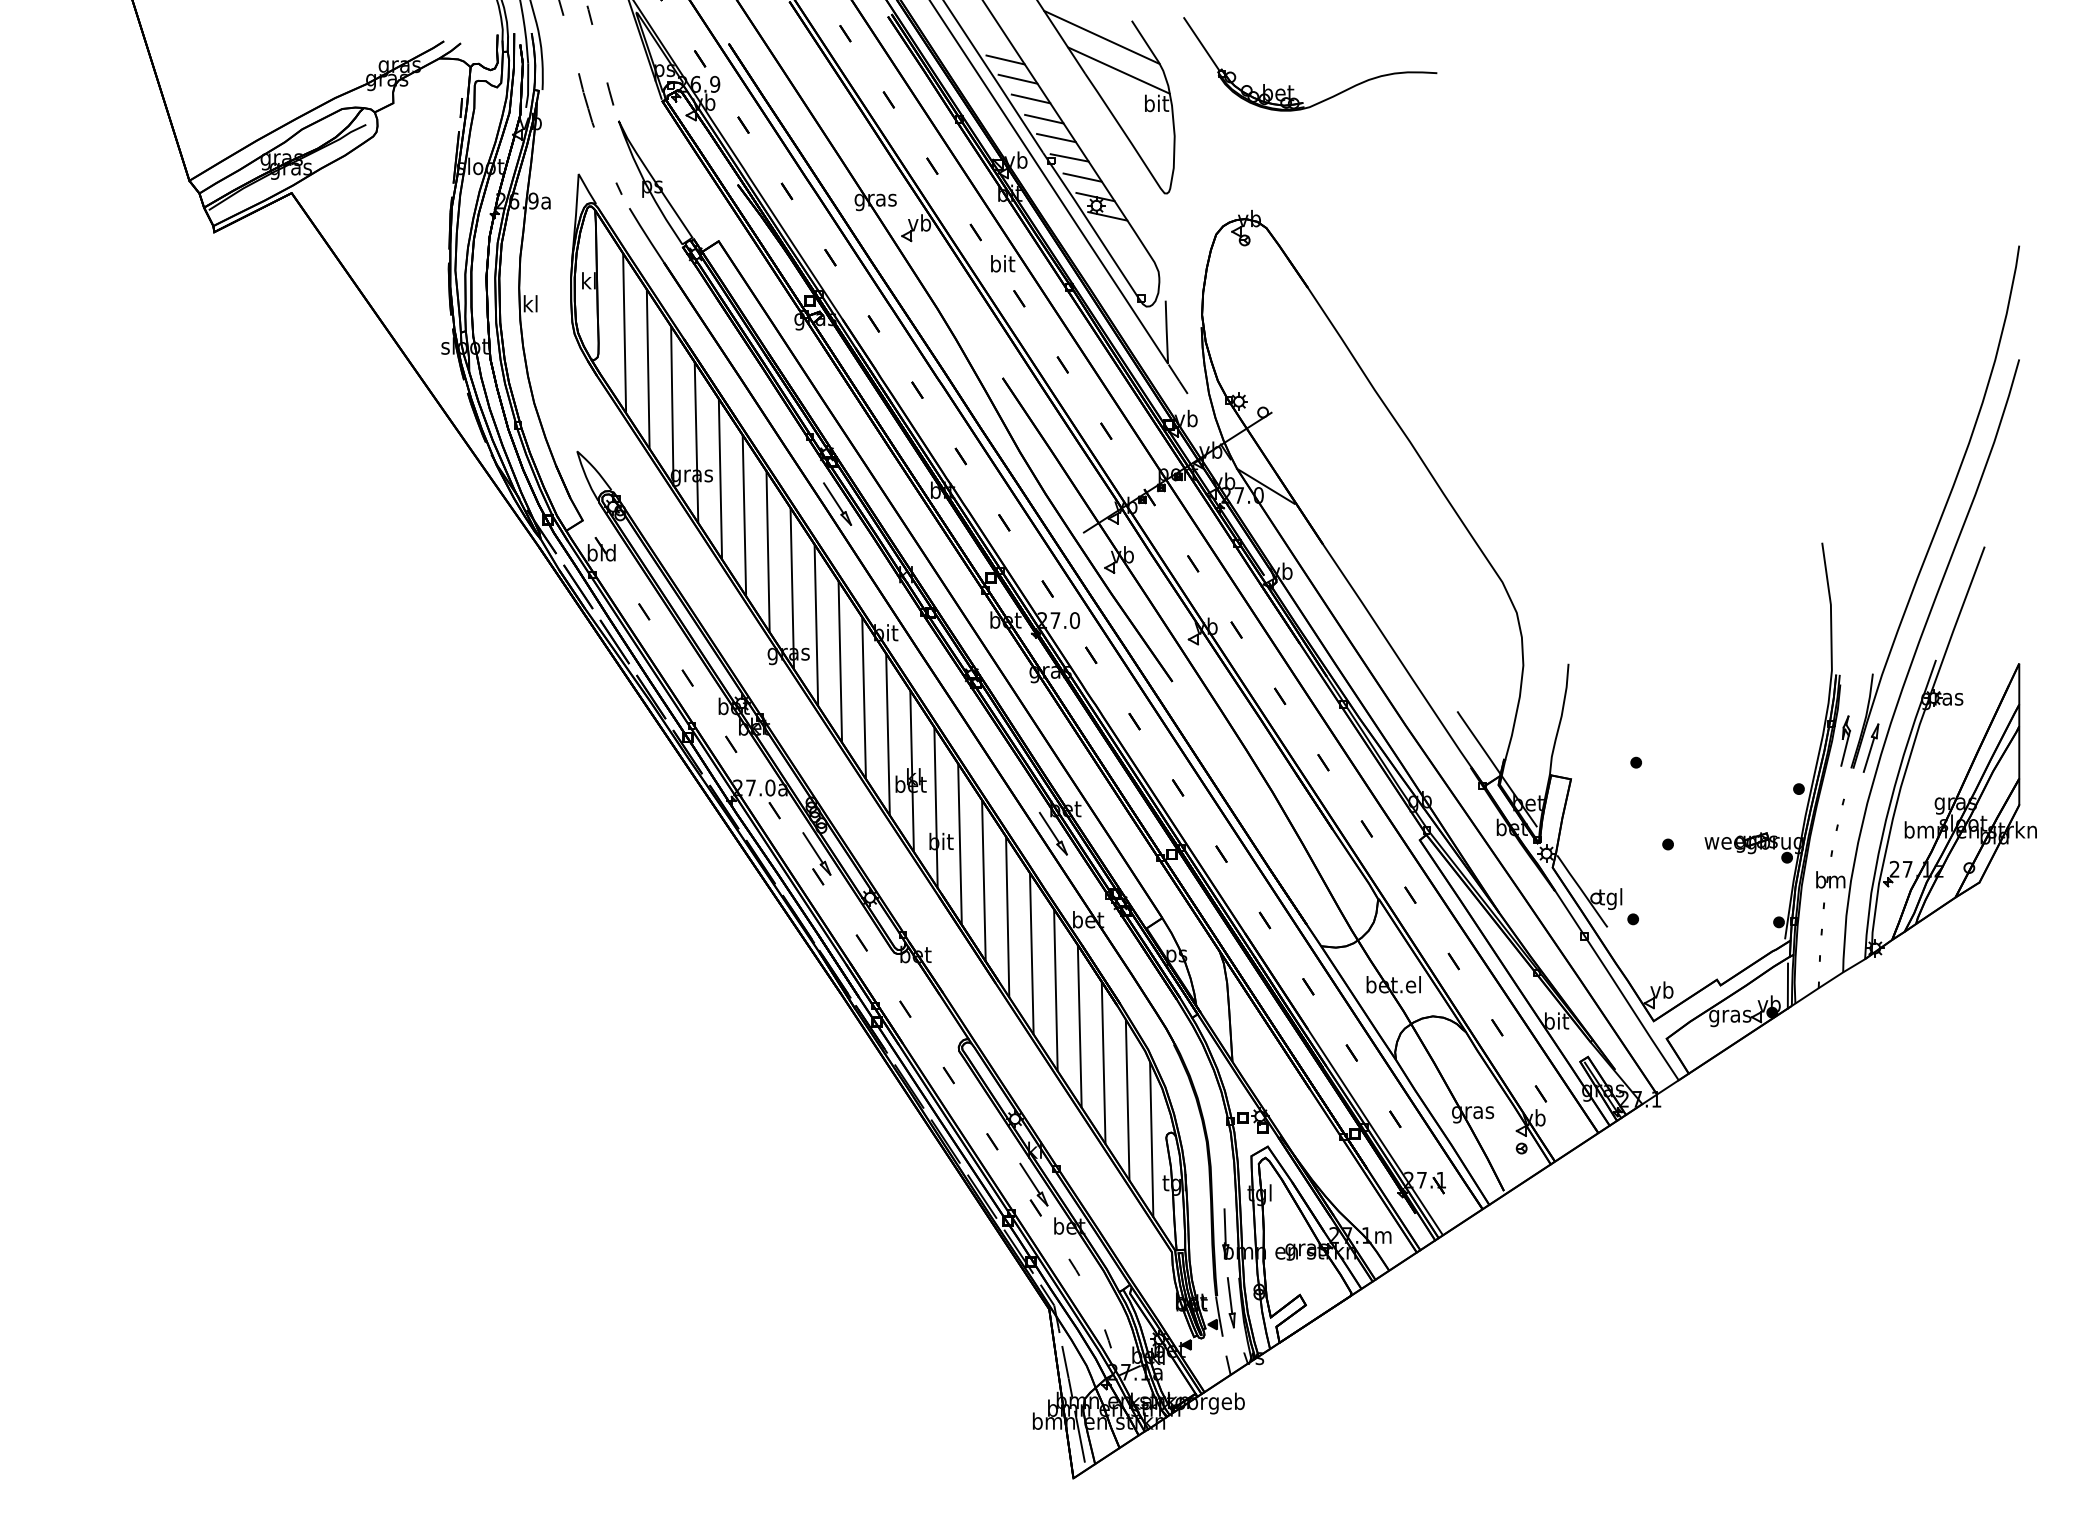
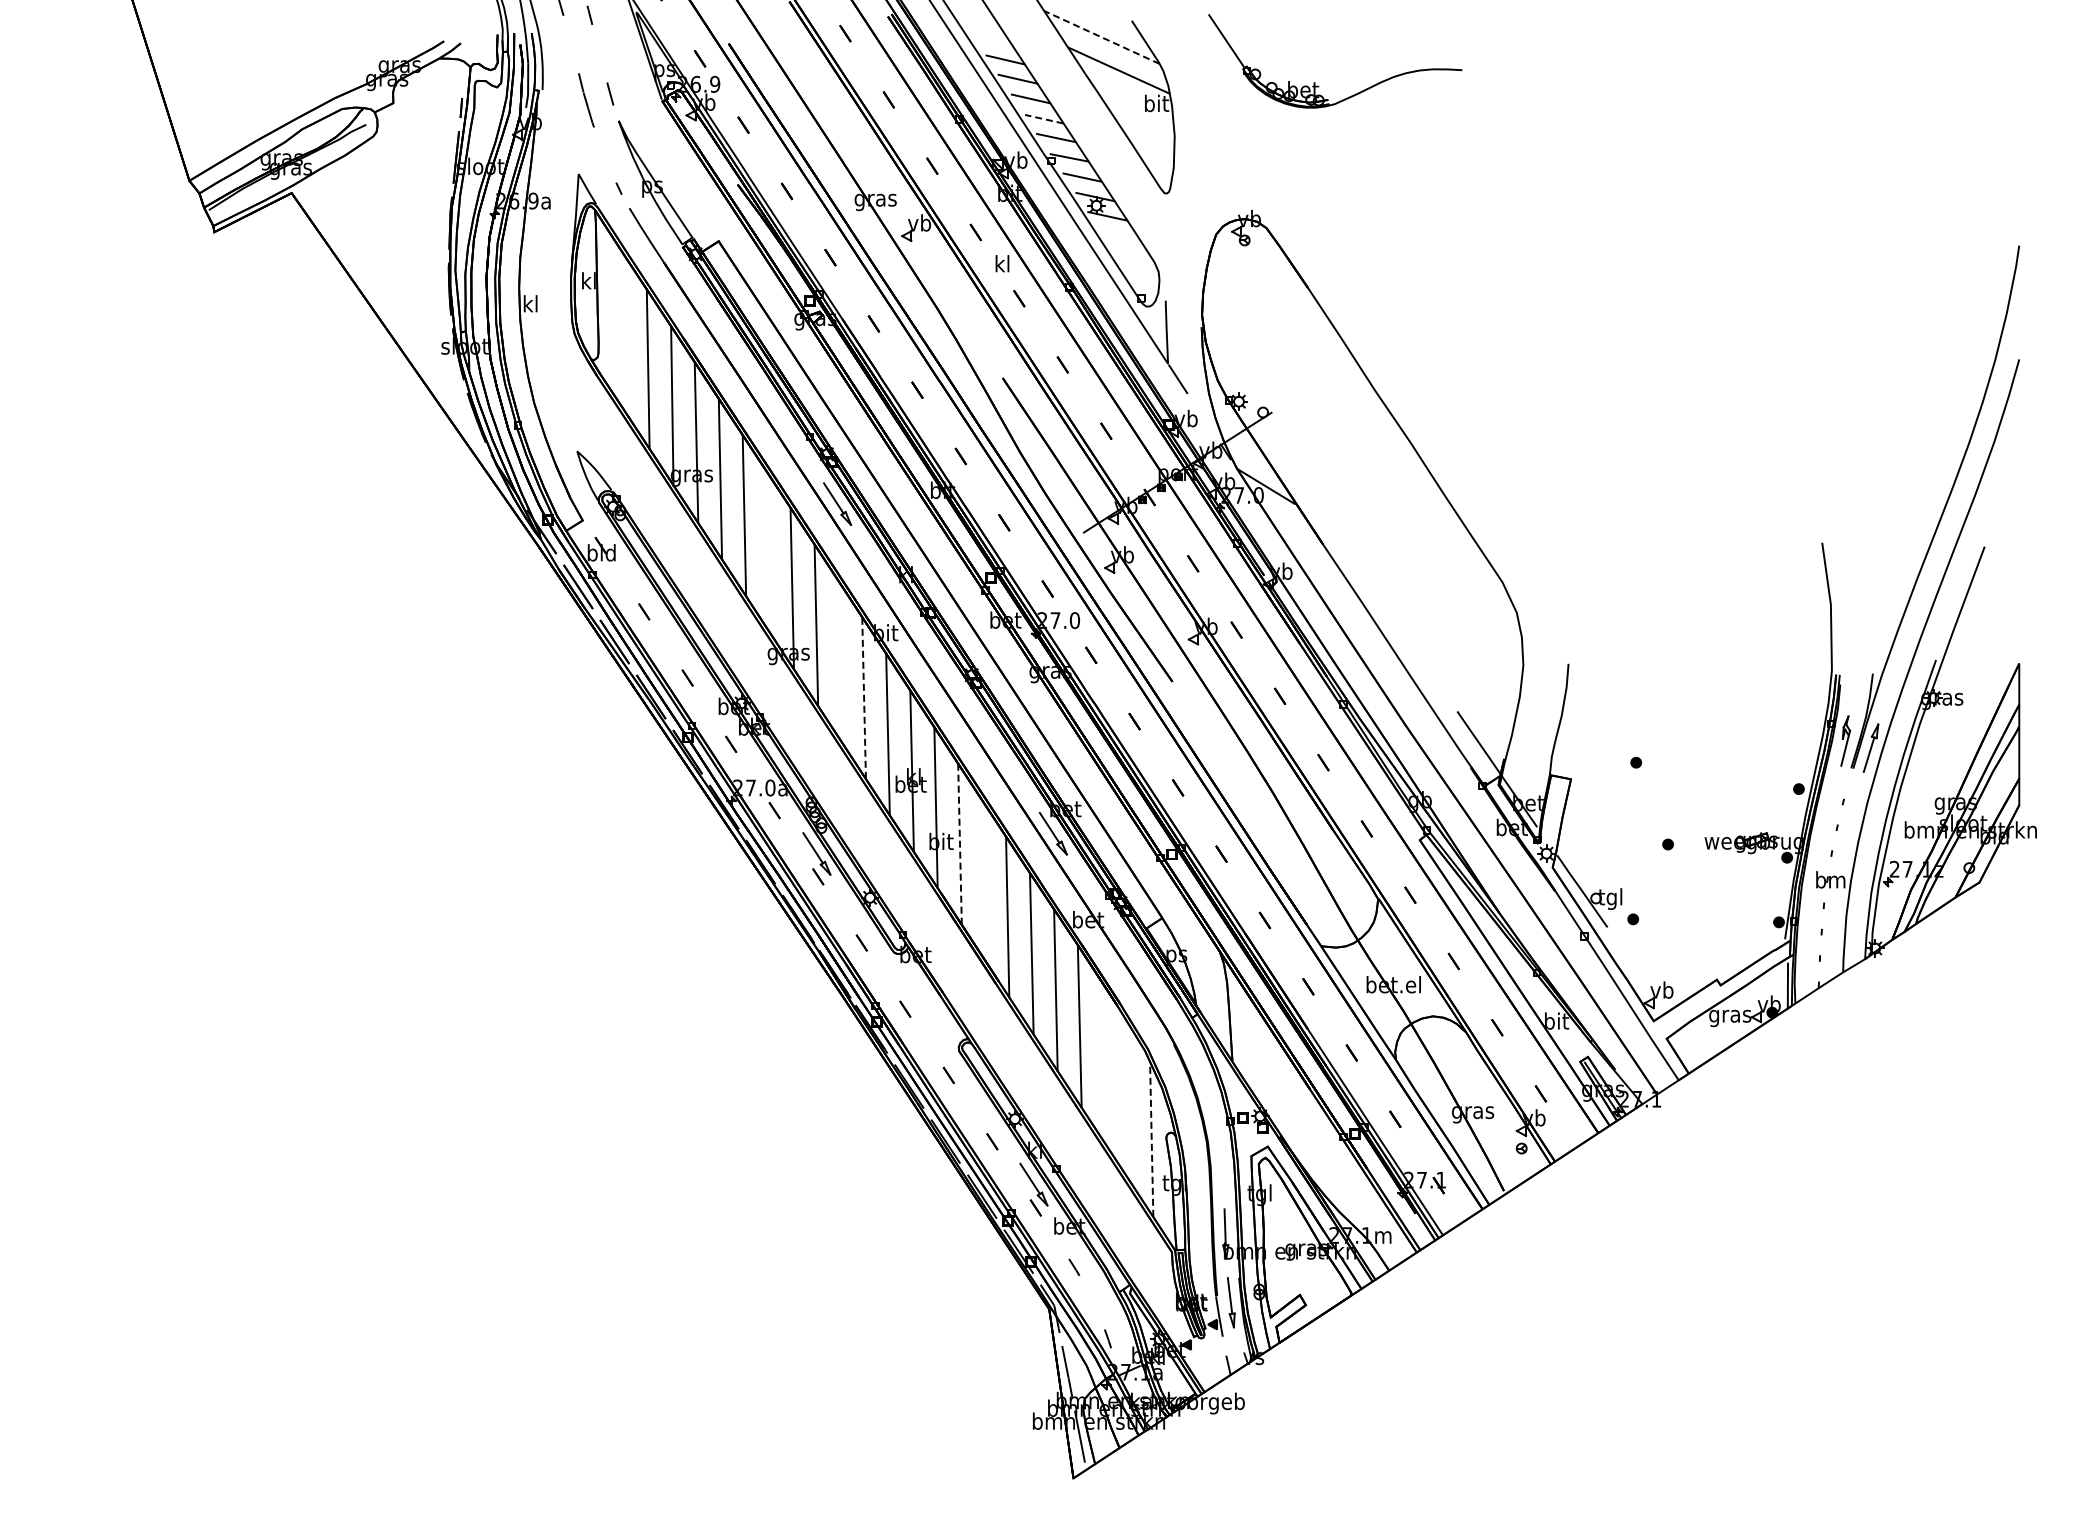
line at (1101, 37): solid -> dashed
part at (1290, 85) position: (1290, 85) -> (1315, 82)
line at (1044, 119): solid -> dashed
text at (1003, 263): bit -> kl
line at (624, 332): present -> none
line at (767, 551): present -> none
line at (840, 661): present -> none
line at (864, 698): solid -> dashed
line at (959, 843): solid -> dashed
line at (983, 880): present -> none
line at (1103, 1062): present -> none
line at (1127, 1099): present -> none
line at (1151, 1138): solid -> dashed
